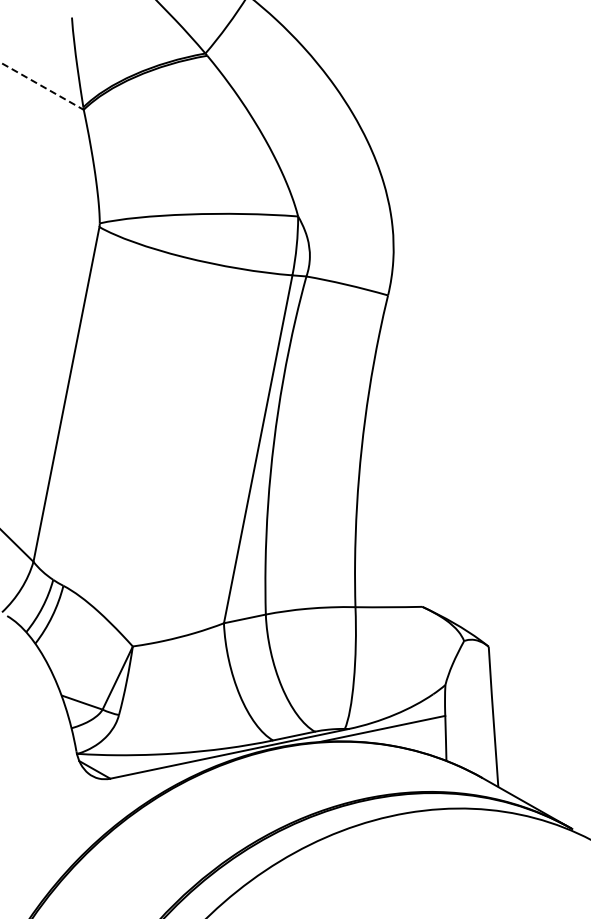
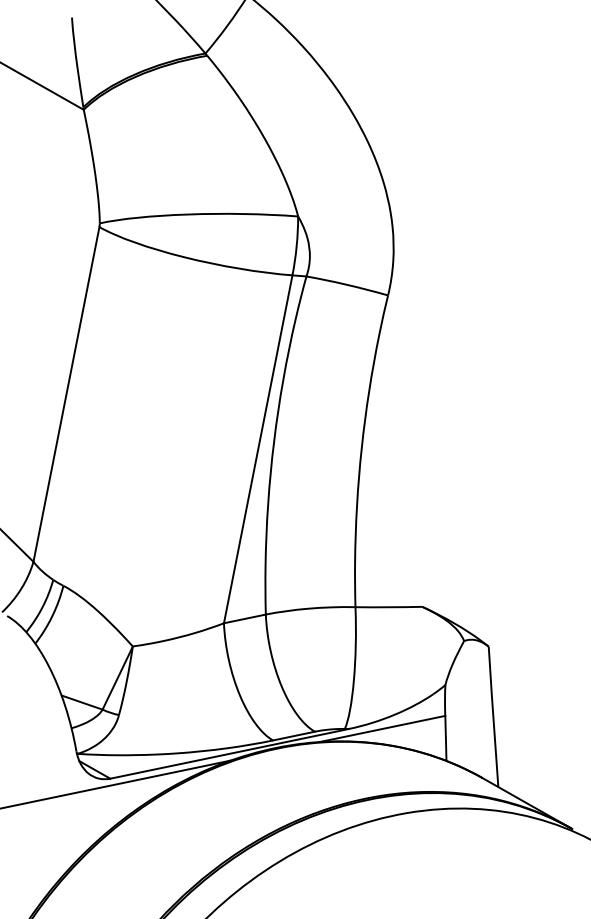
line at (42, 86): dashed -> solid
line at (116, 784): none -> present
